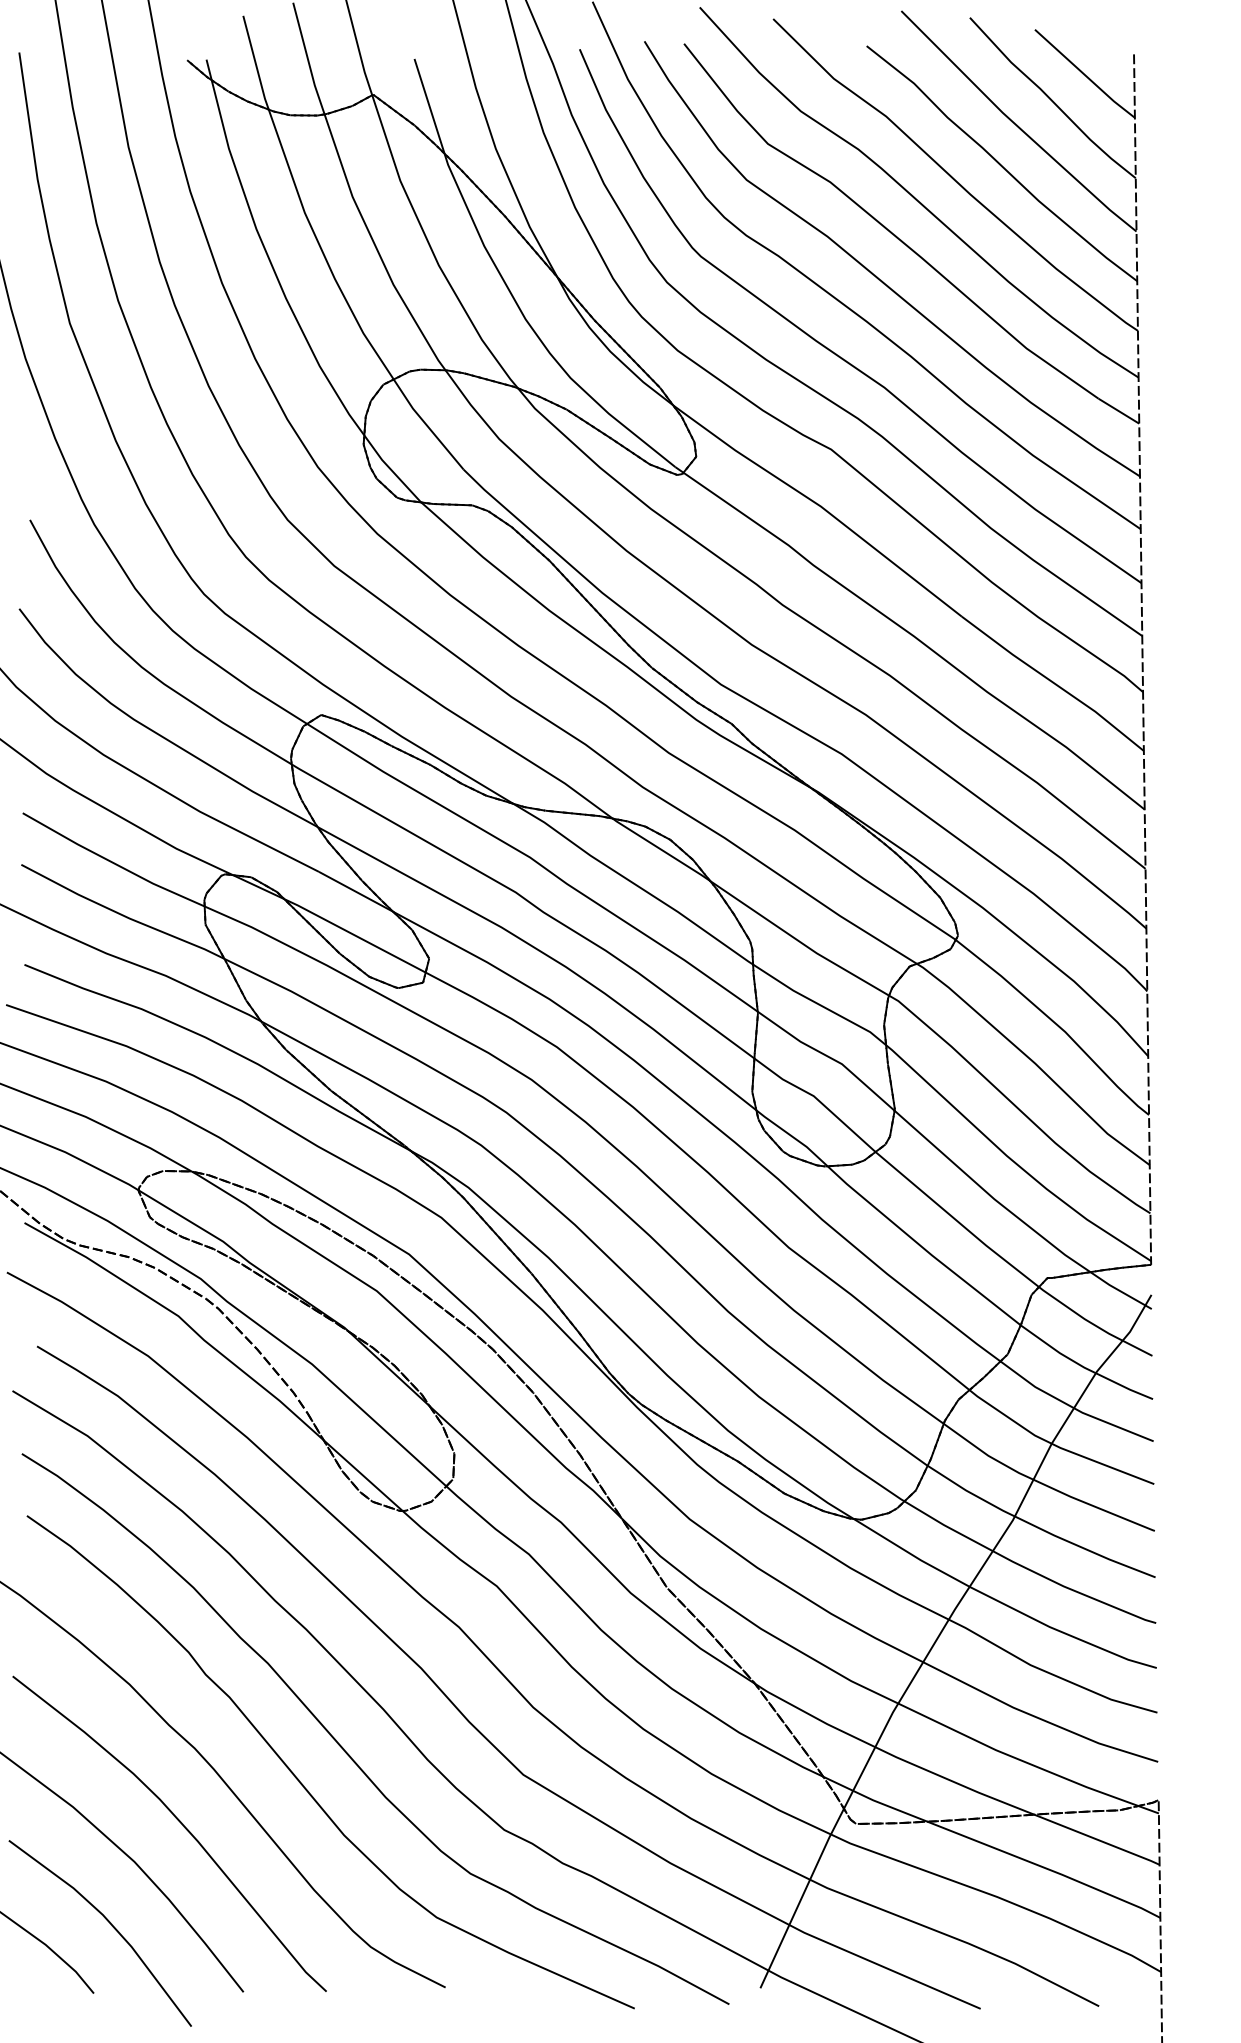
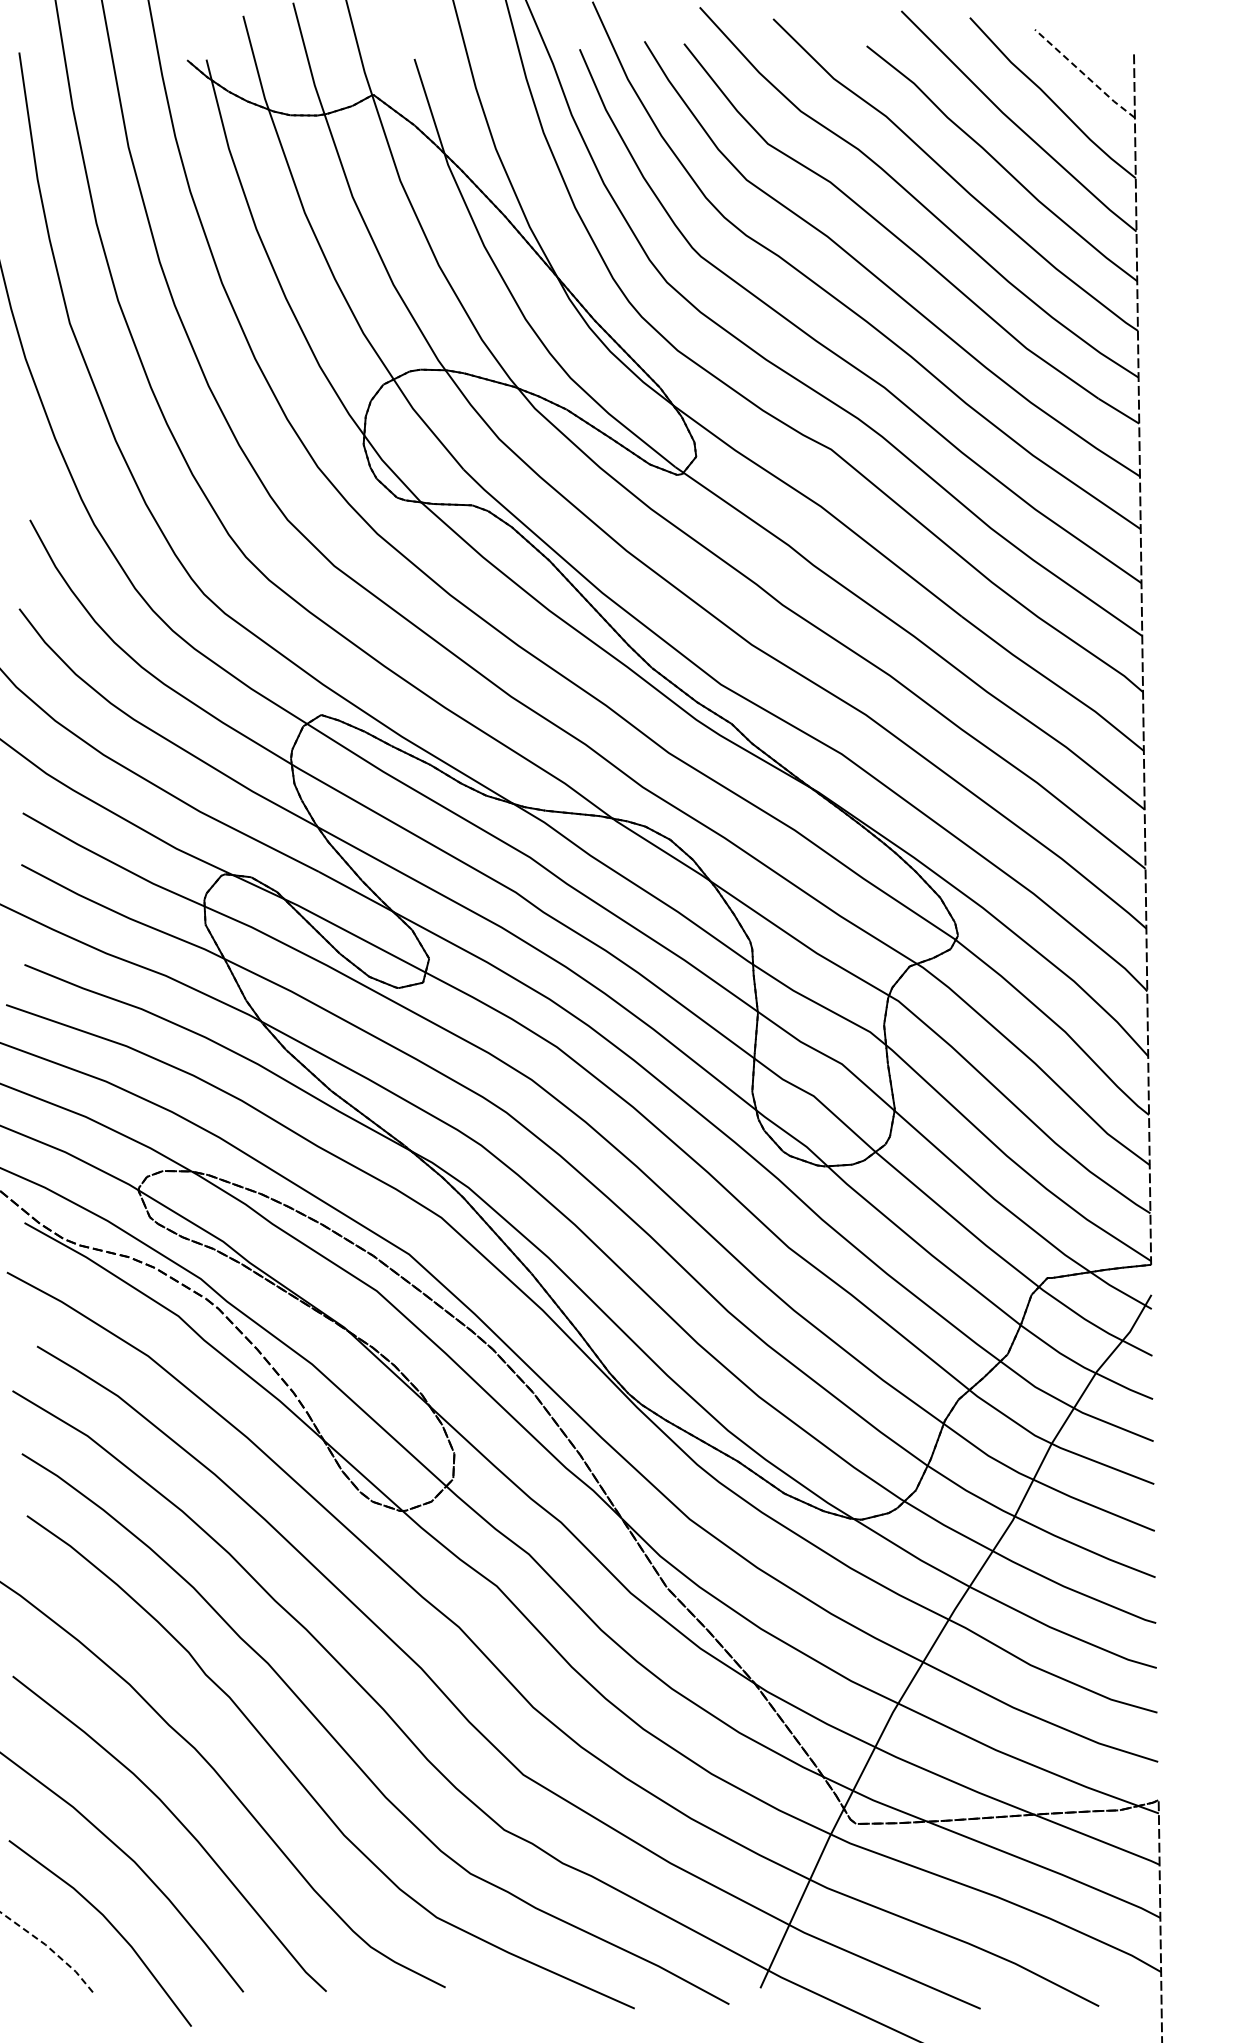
line at (1084, 74): solid -> dashed
line at (50, 1949): solid -> dashed
